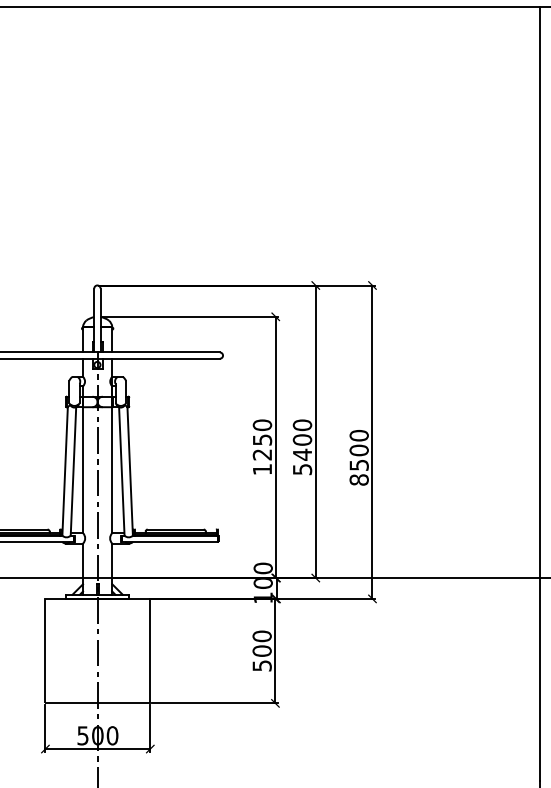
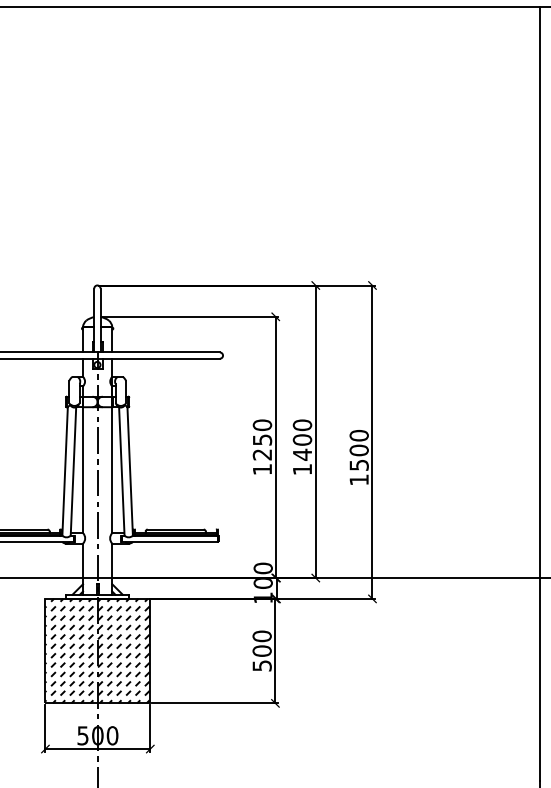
text at (302, 469): 5400 -> 1400
text at (358, 479): 8500 -> 1500
hatch at (97, 650): none -> present
